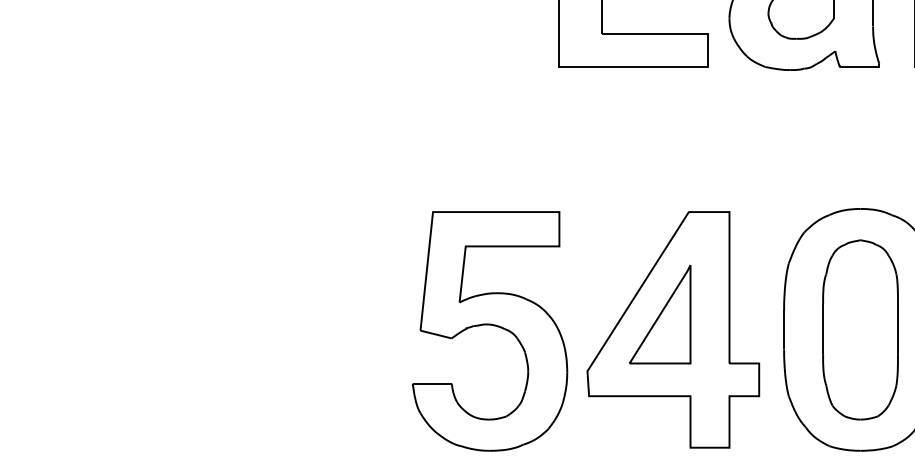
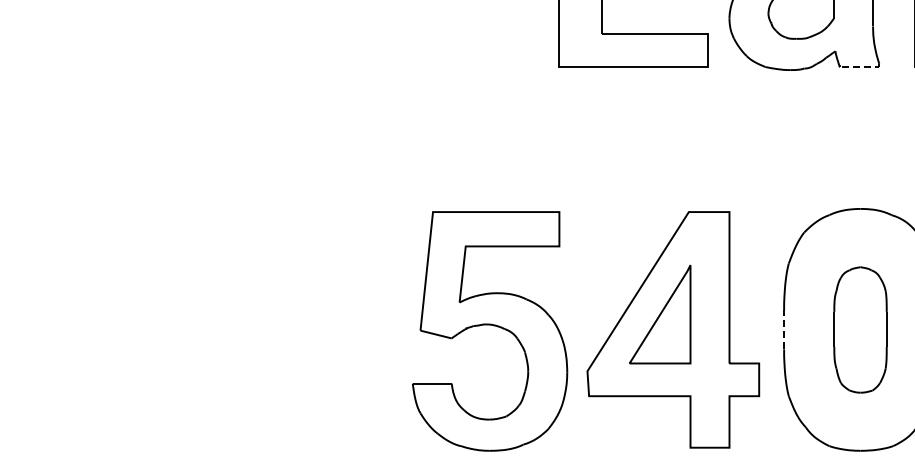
line at (862, 67): solid -> dashed
line at (784, 329): solid -> dashed
part at (860, 329) size: 77x182 px -> 55x128 px
